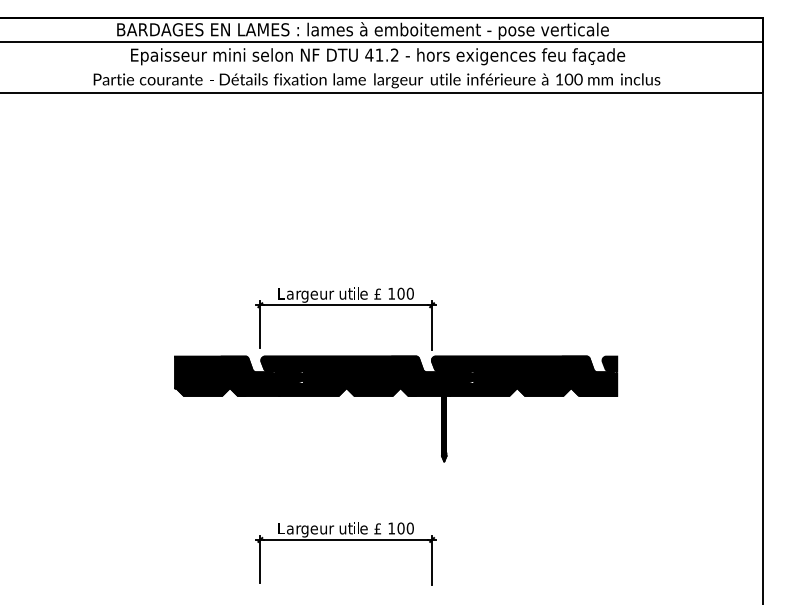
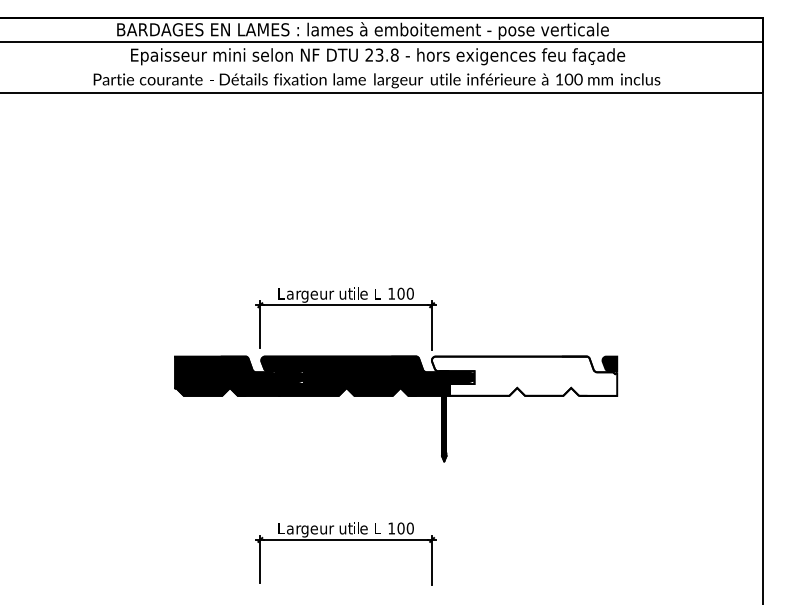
text at (381, 54): 41.2 -> 23.8
text at (377, 293): £ -> L
fill at (524, 375): present -> none
text at (377, 528): £ -> L
